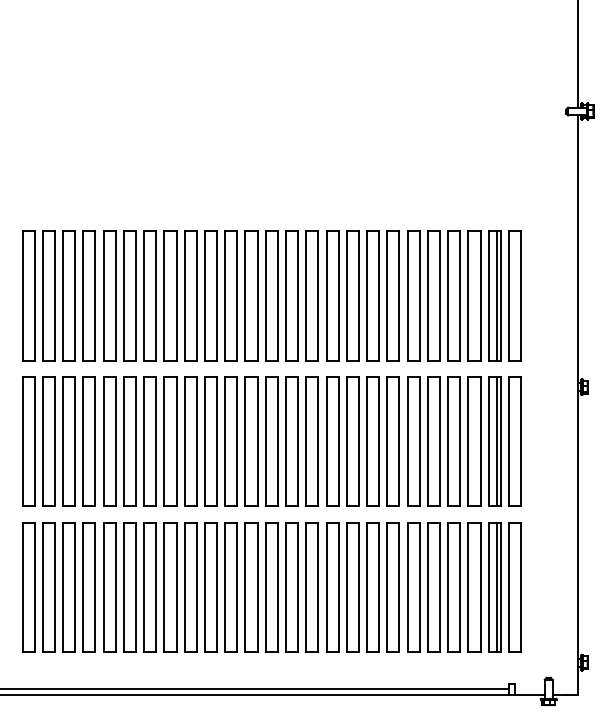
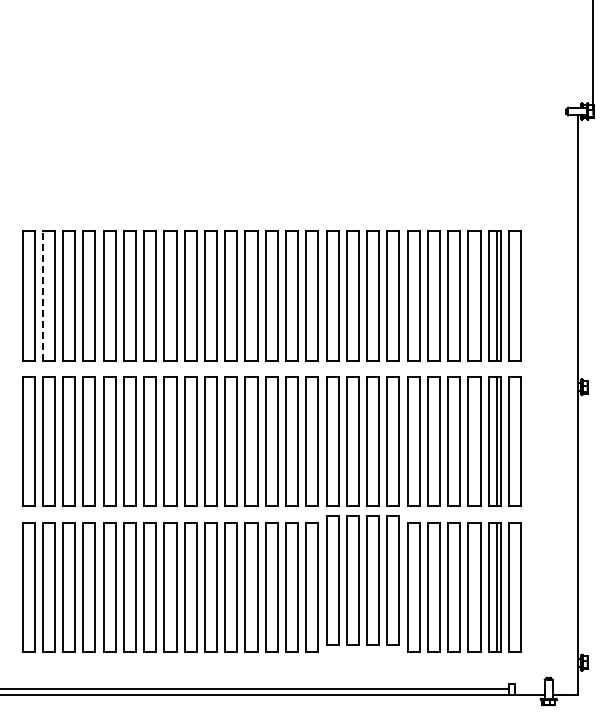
line at (577, 54) position: (577, 54) -> (592, 54)
line at (42, 295): solid -> dashed
part at (362, 587) position: (362, 587) -> (362, 580)
